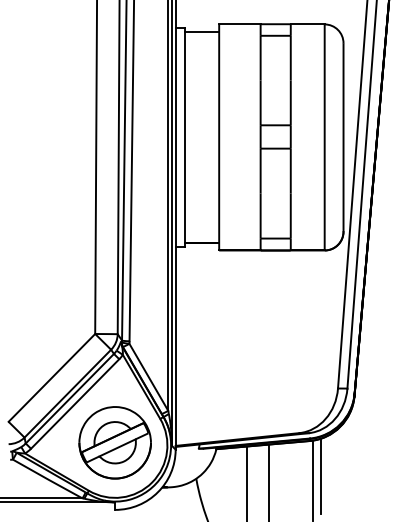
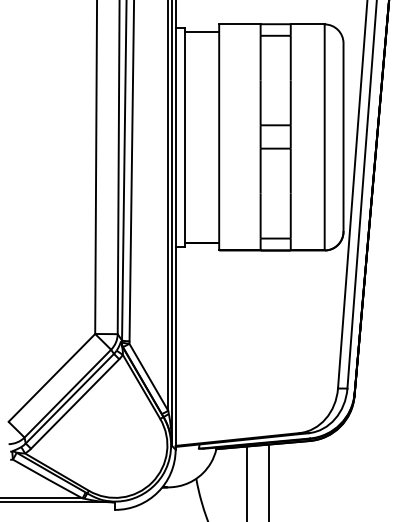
part at (114, 442): present -> none
line at (320, 475): present -> none
line at (313, 479): present -> none
